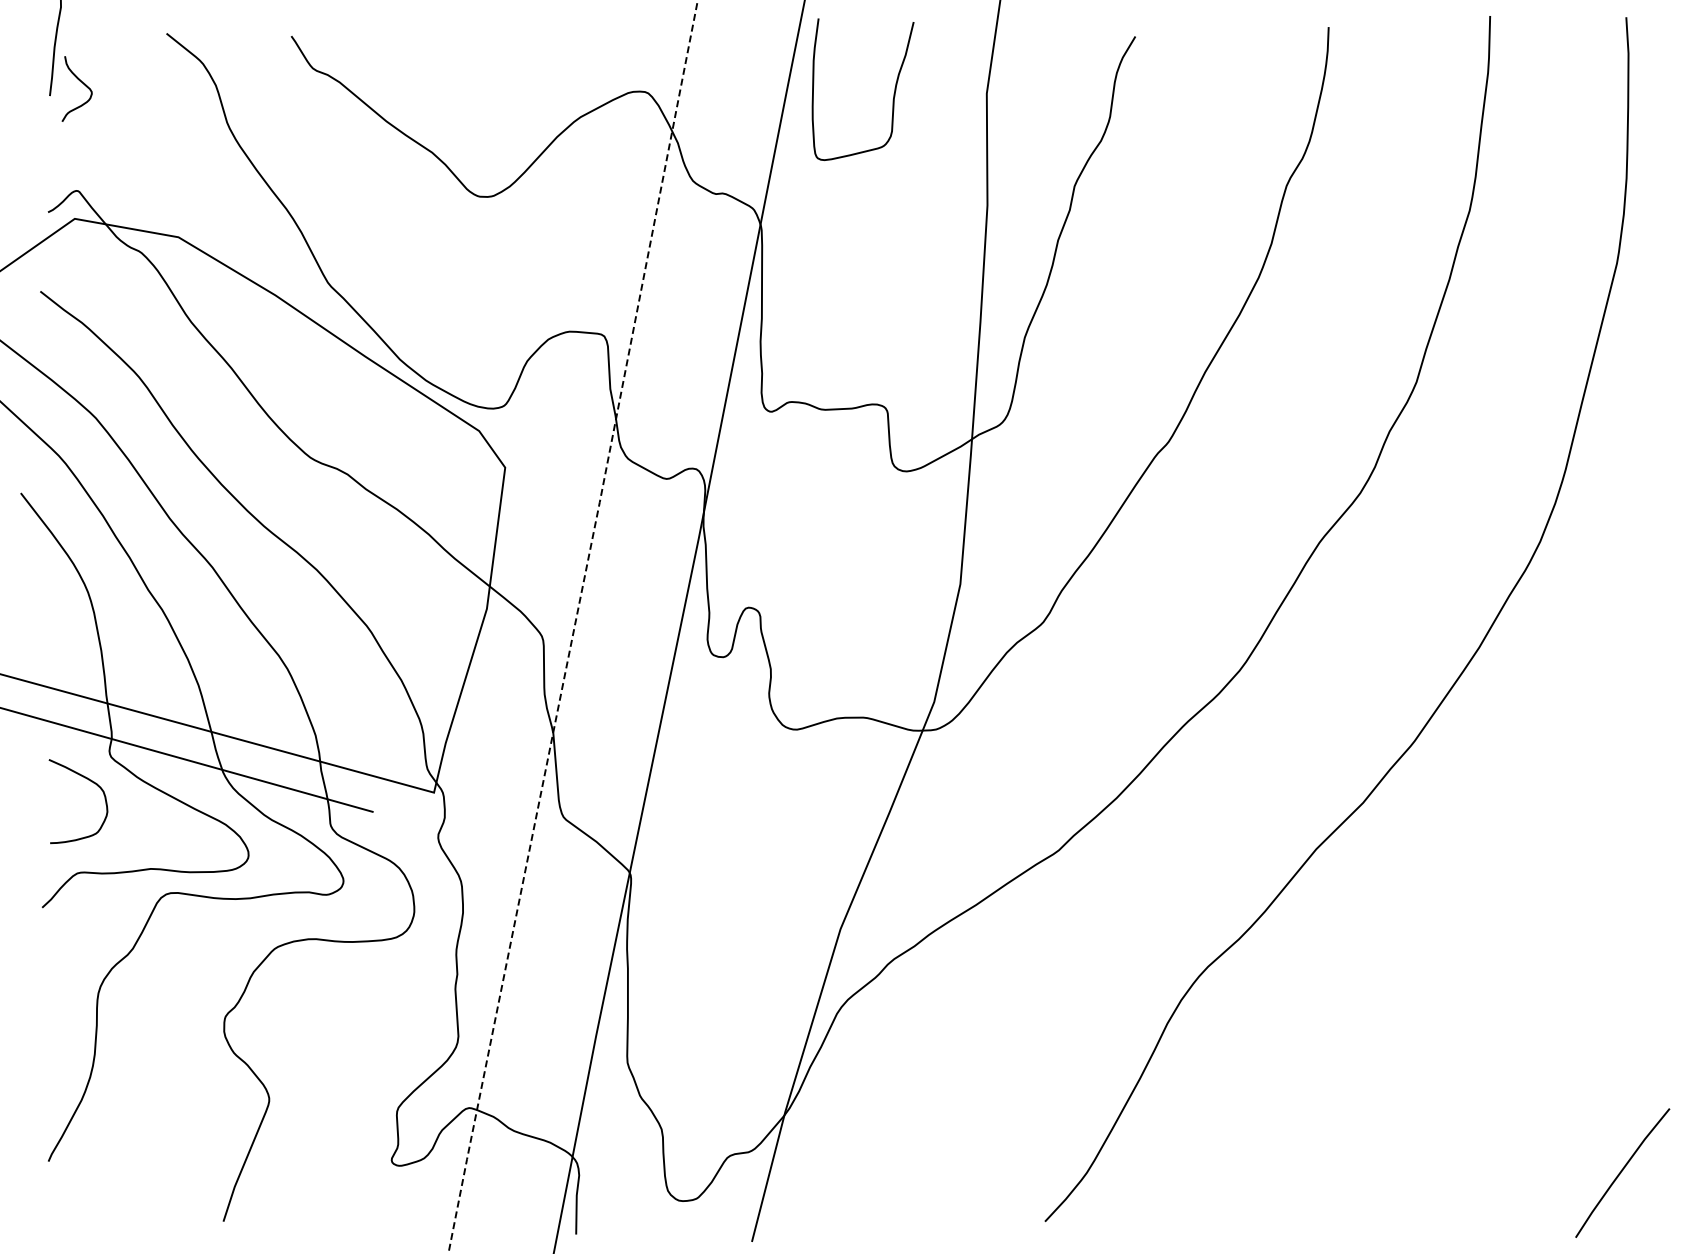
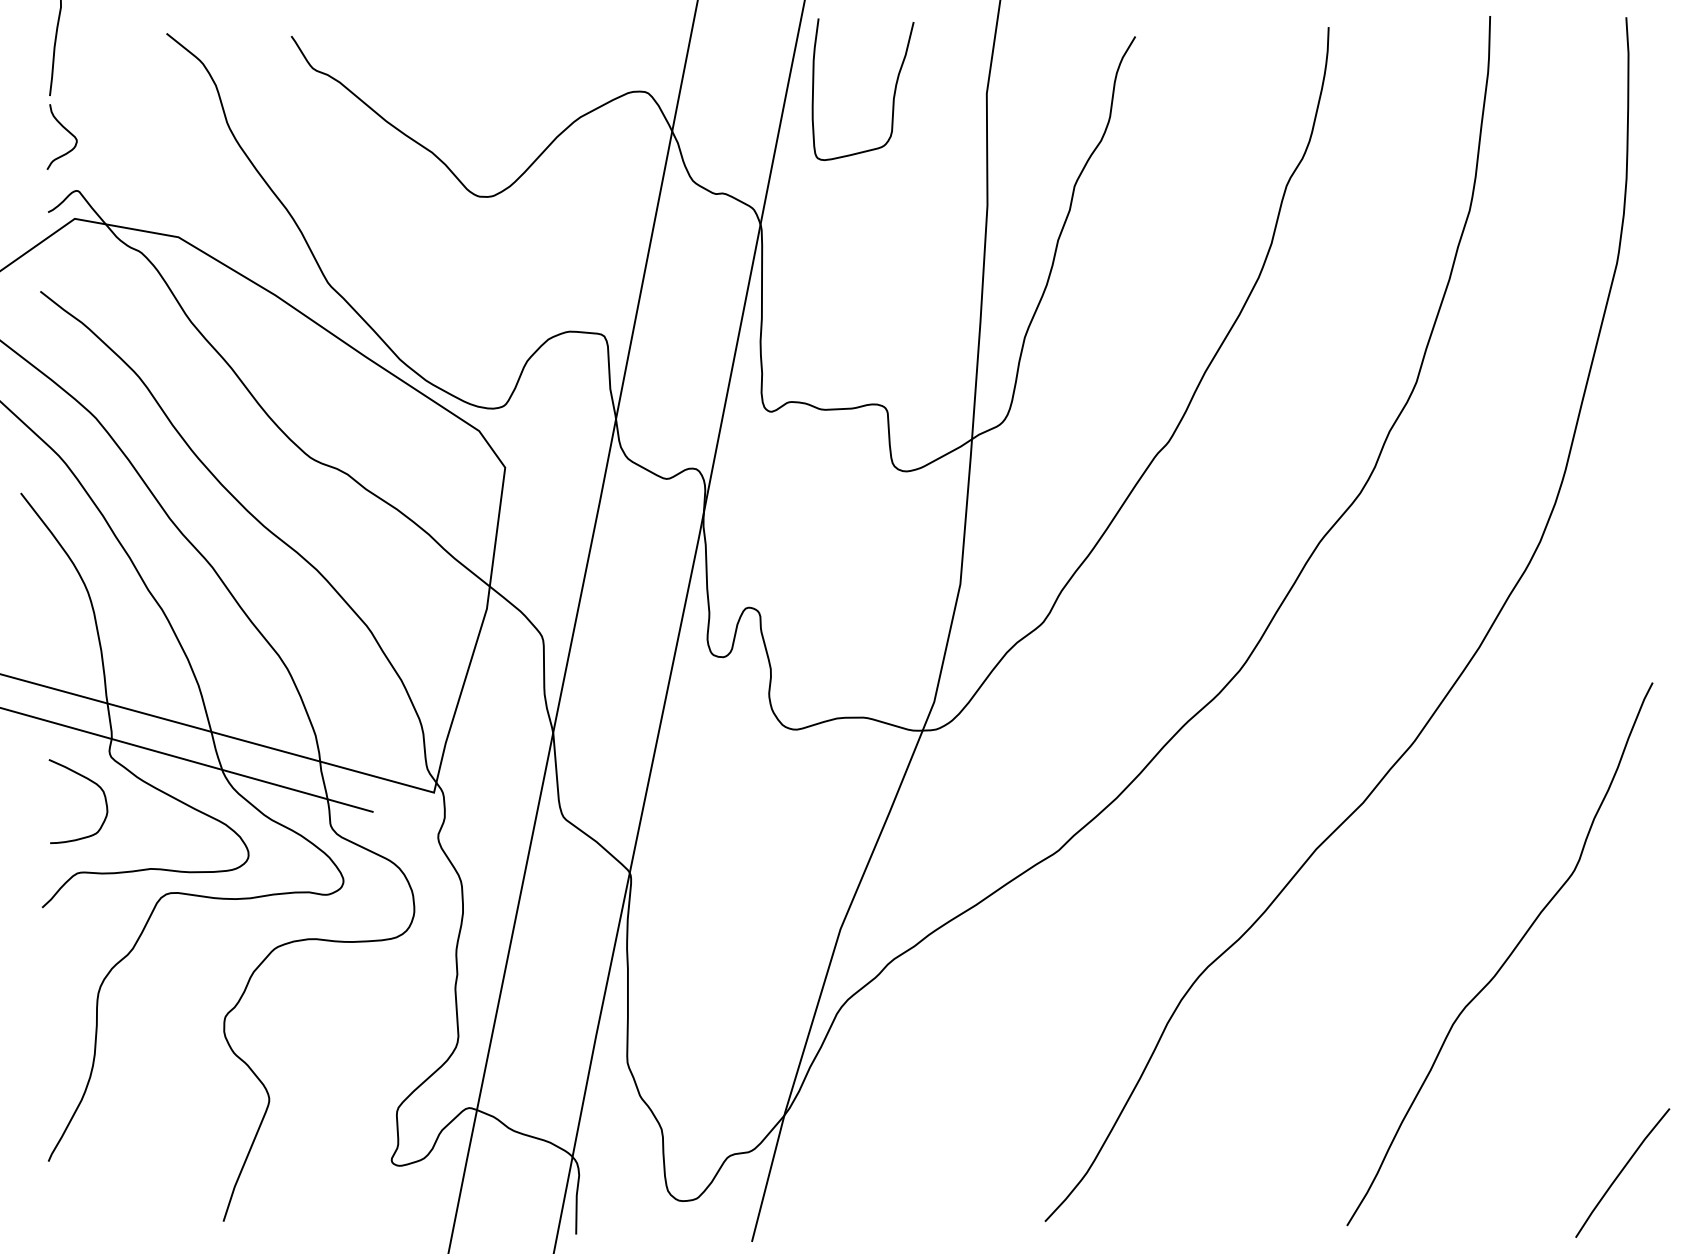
curve at (79, 81) position: (79, 81) -> (64, 129)
line at (574, 626): dashed -> solid
curve at (1505, 959): none -> present
